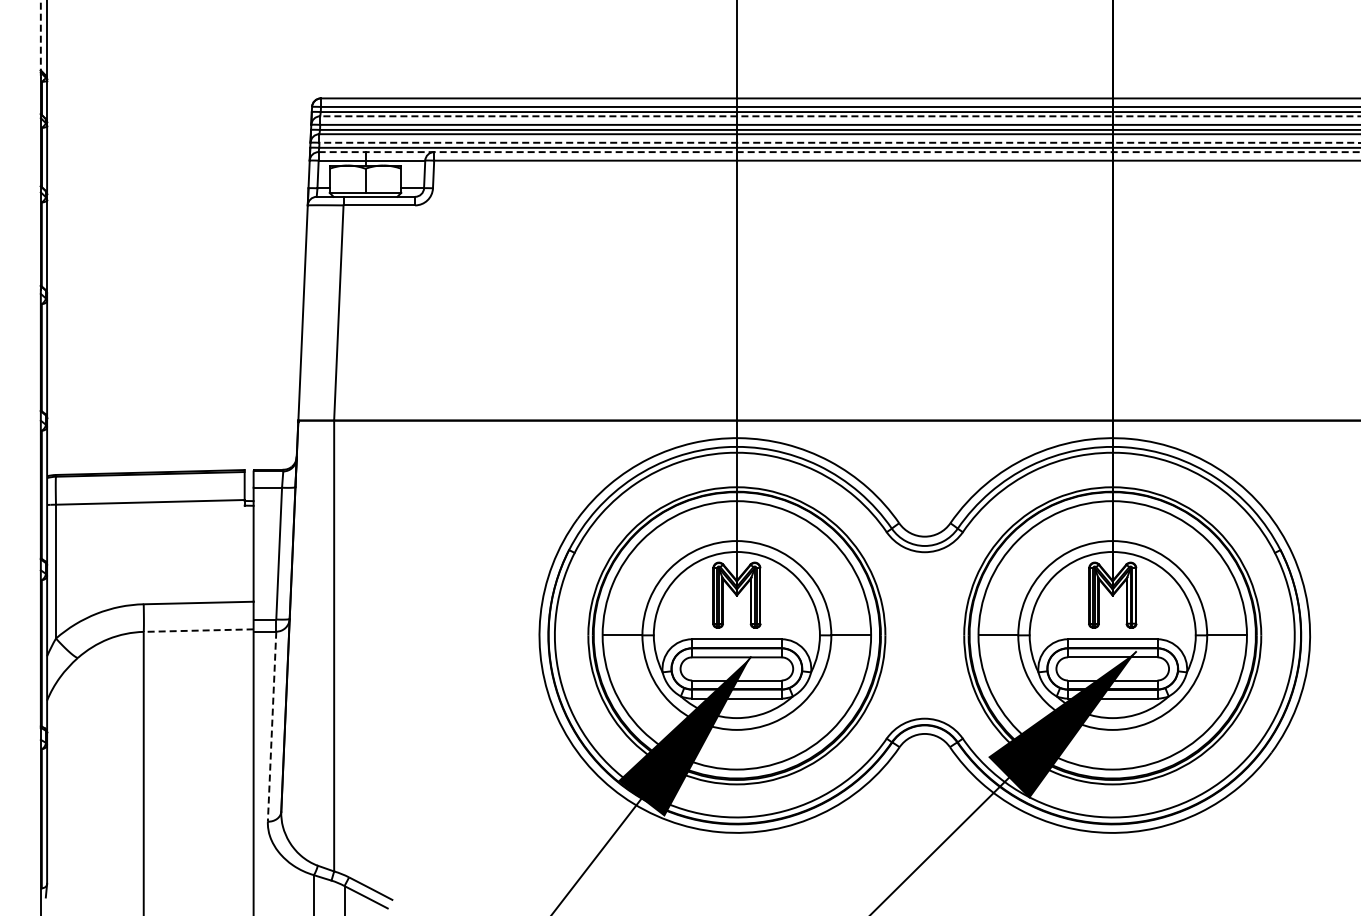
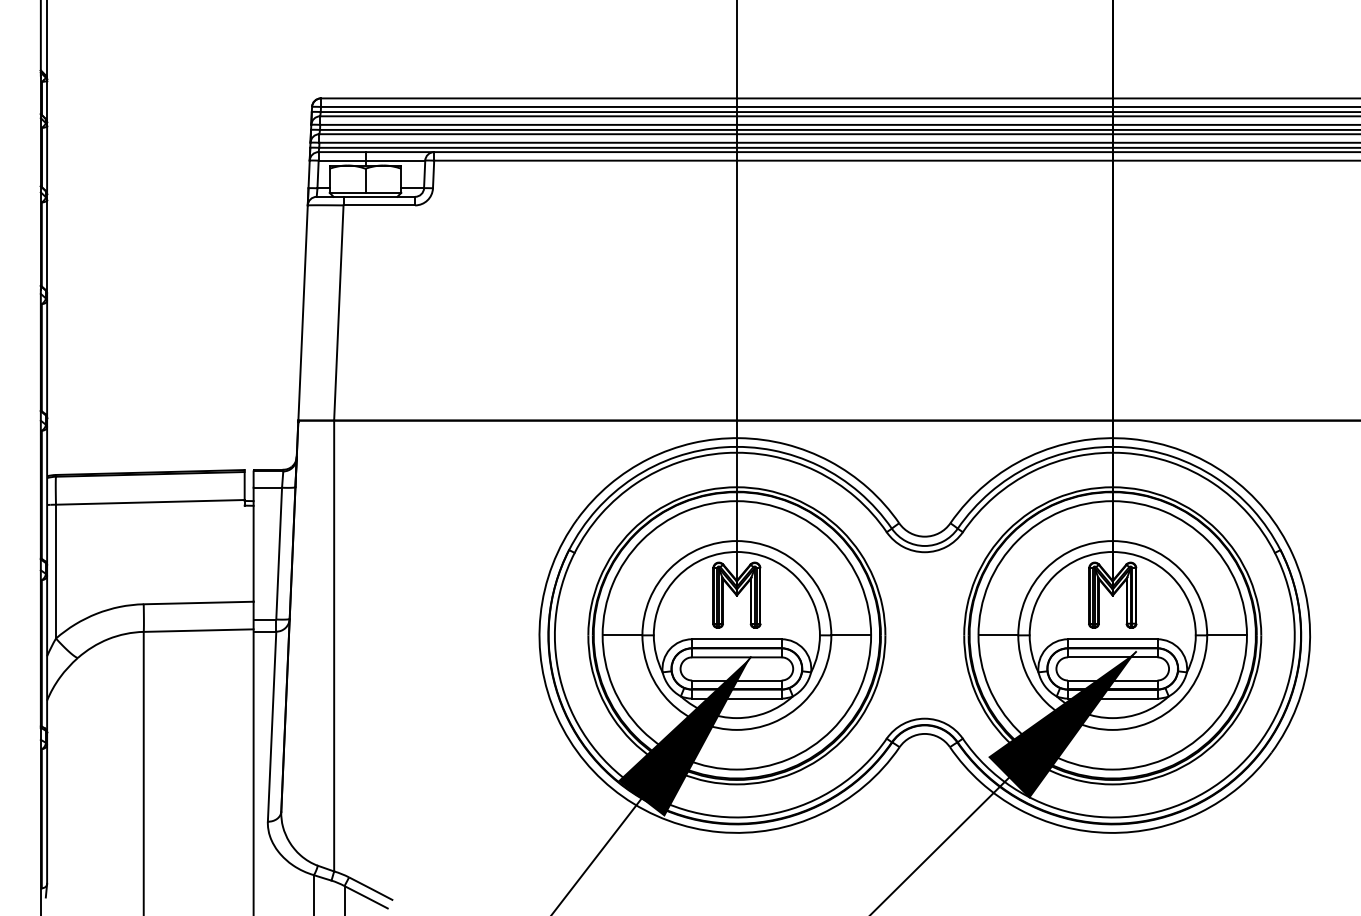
line at (40, 37): dashed -> solid
line at (839, 116): dashed -> solid
line at (839, 142): dashed -> solid
line at (839, 152): dashed -> solid
line at (198, 630): dashed -> solid
line at (272, 727): dashed -> solid
